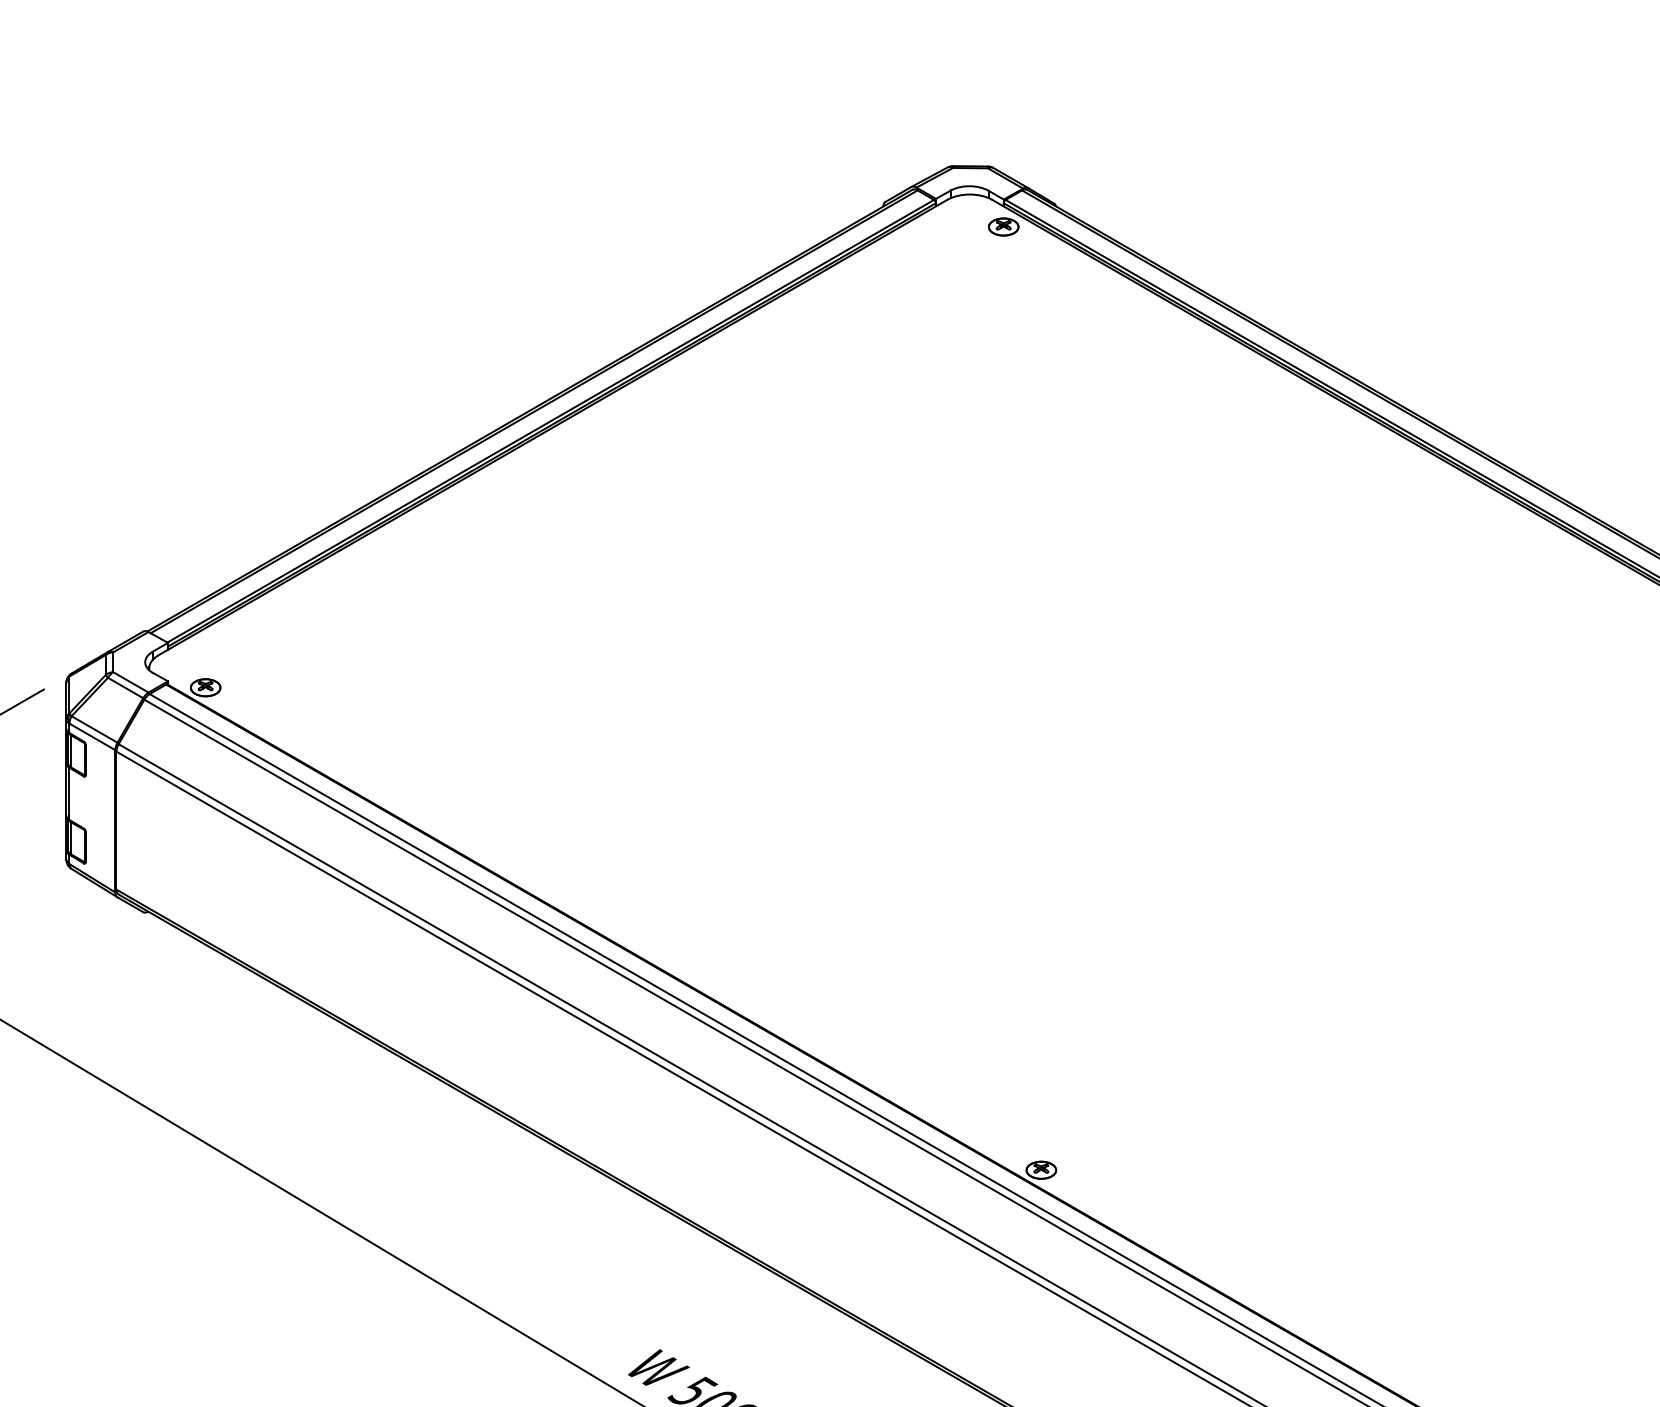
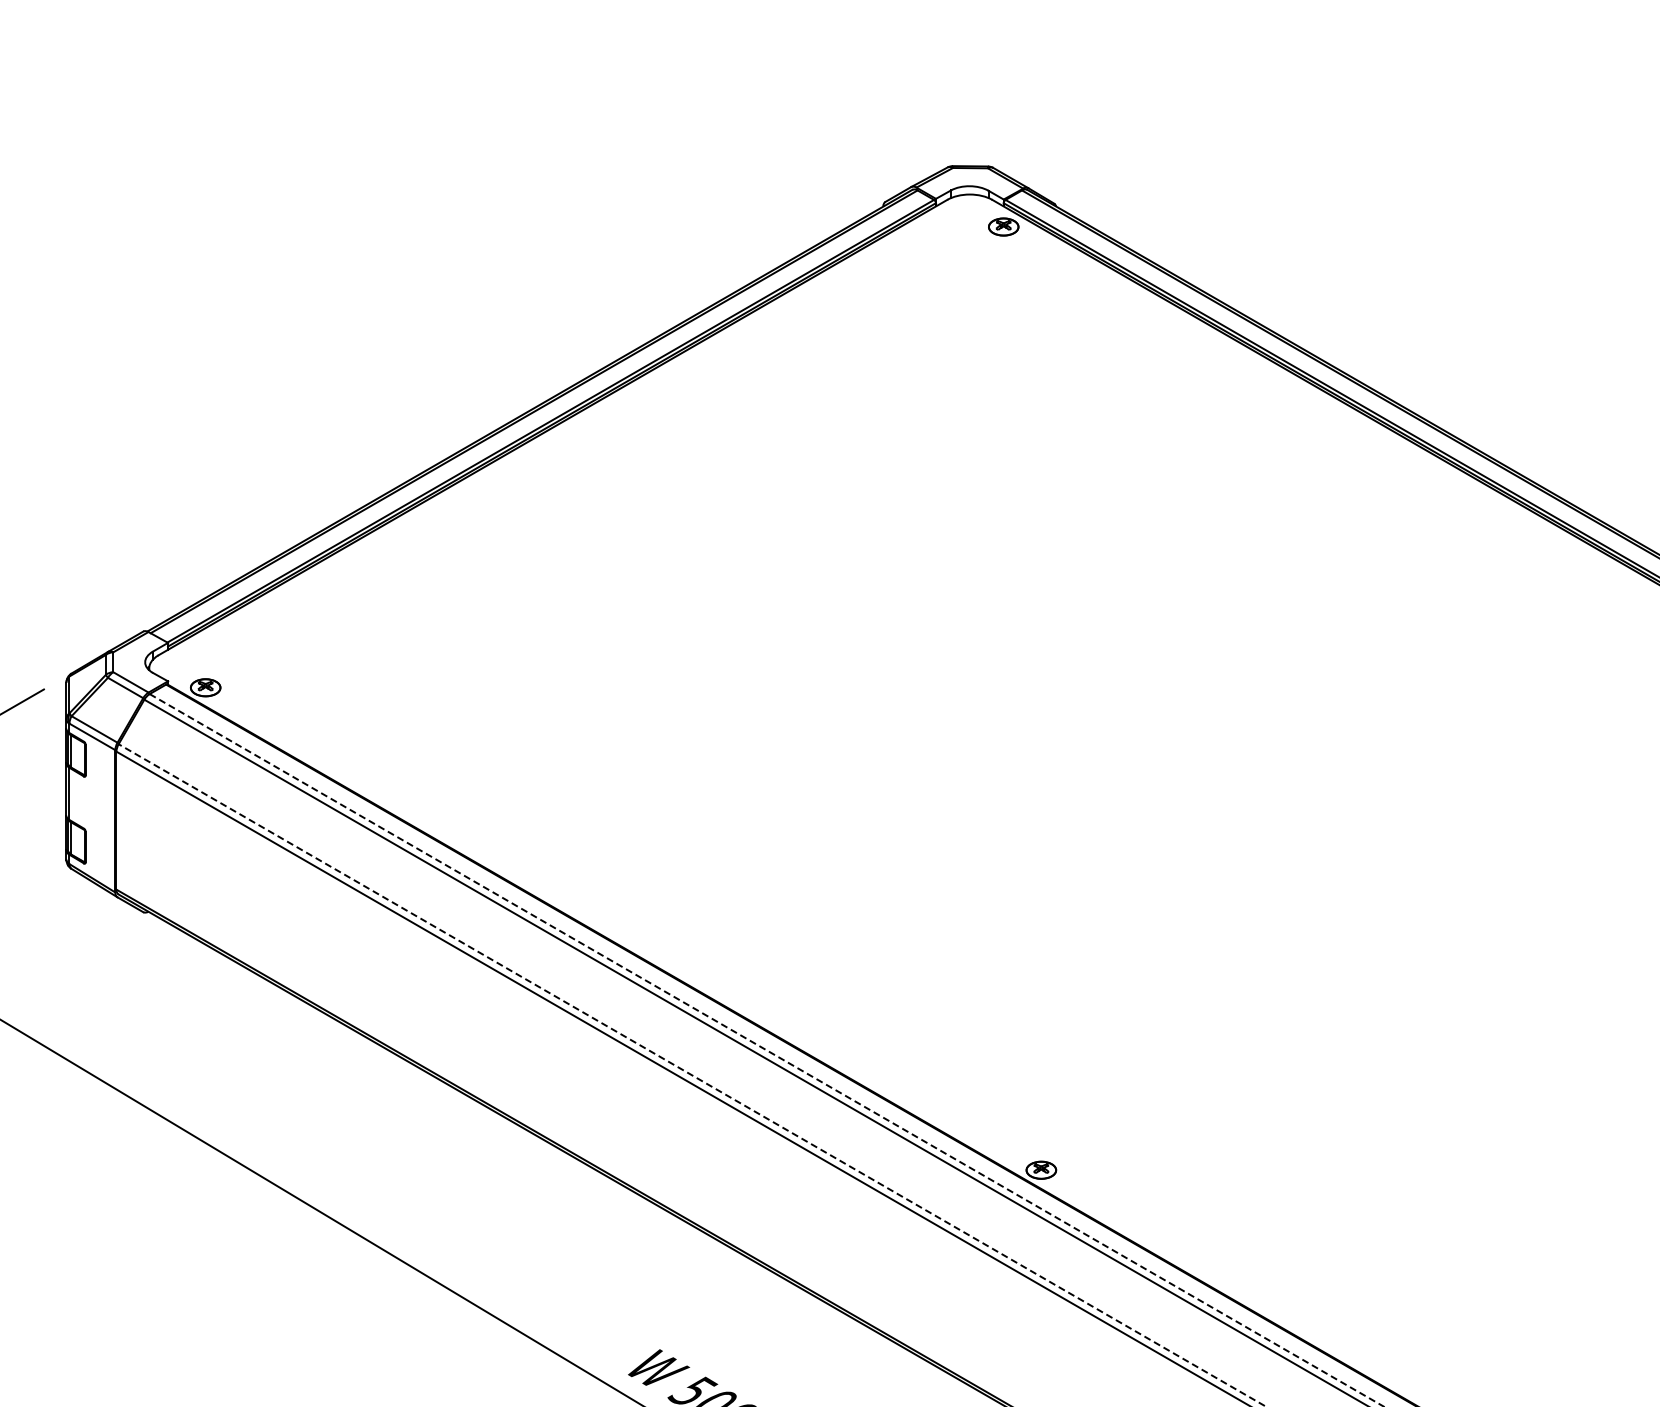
line at (766, 1050): solid -> dashed
line at (691, 1075): solid -> dashed
